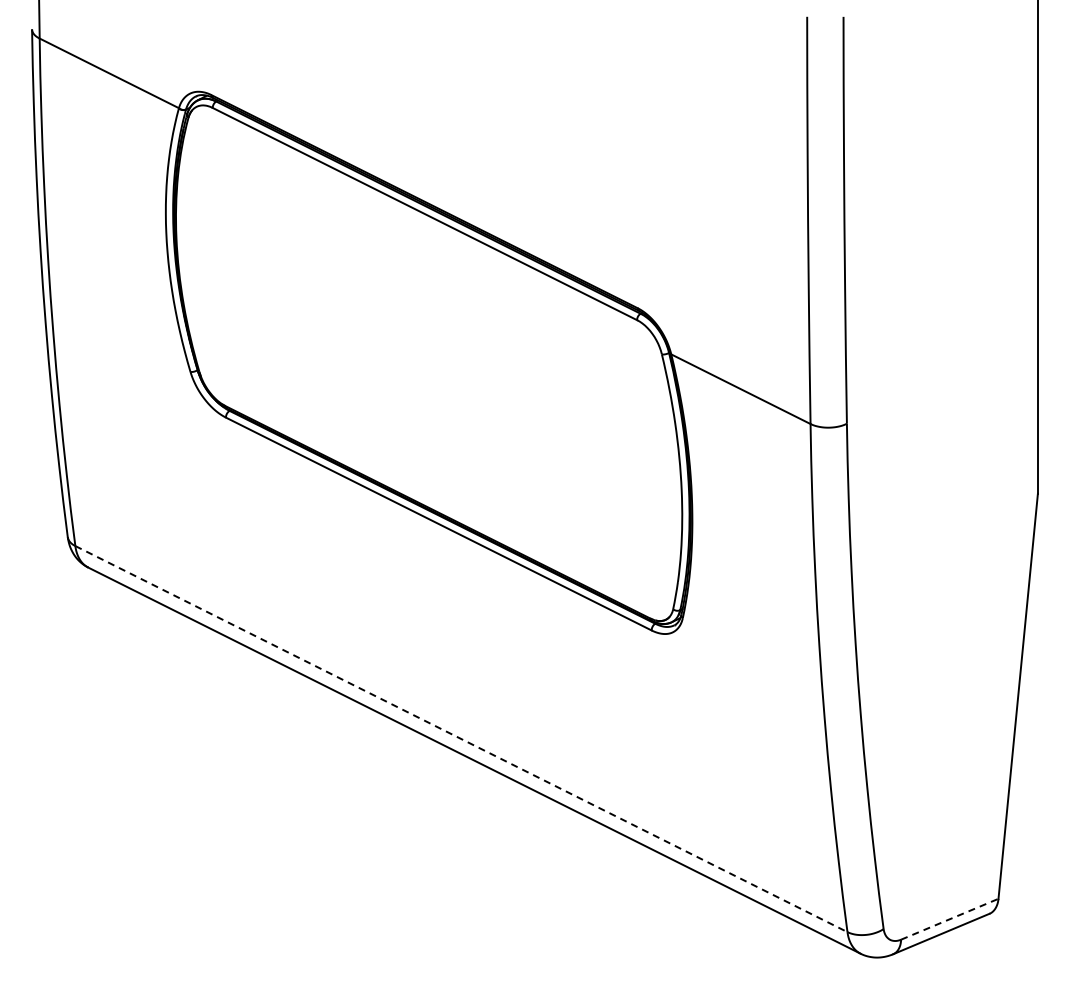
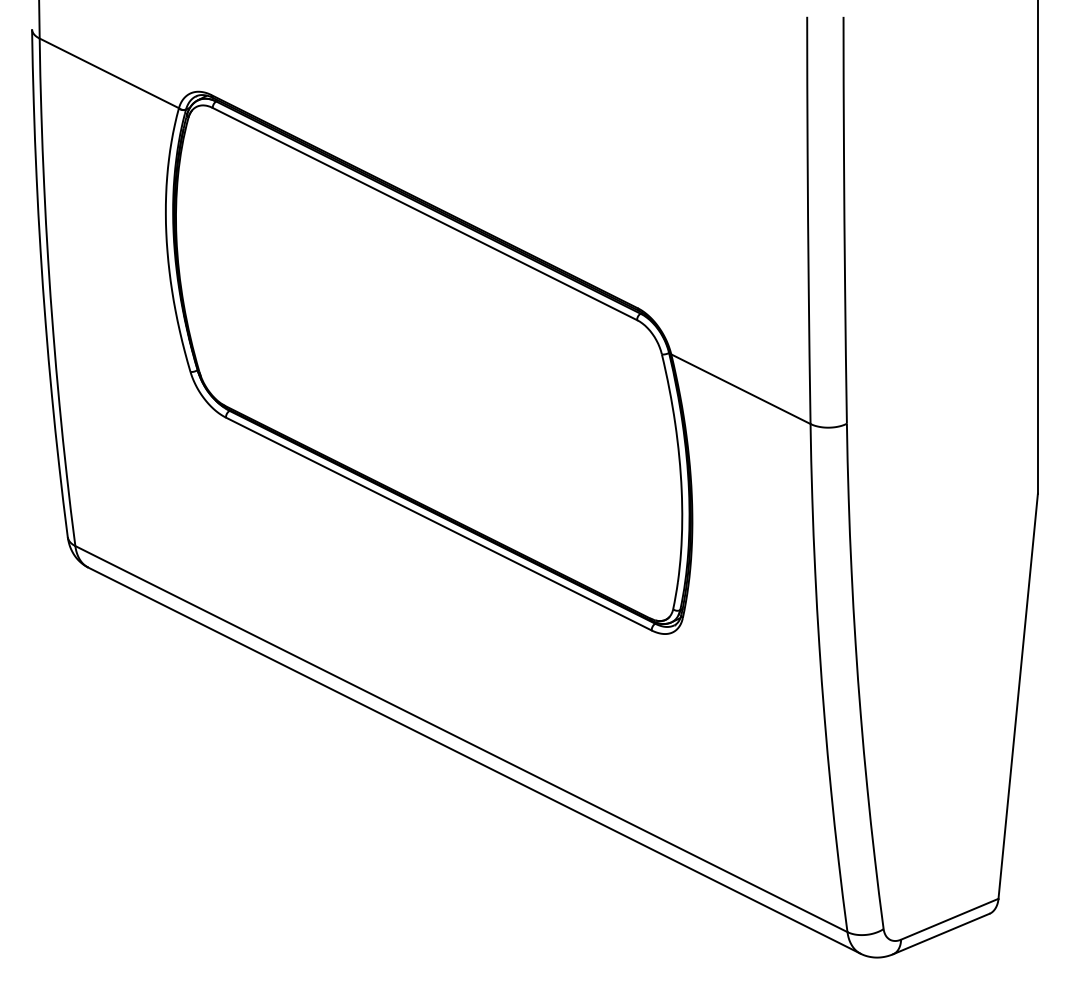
line at (461, 739): dashed -> solid
line at (949, 919): dashed -> solid
